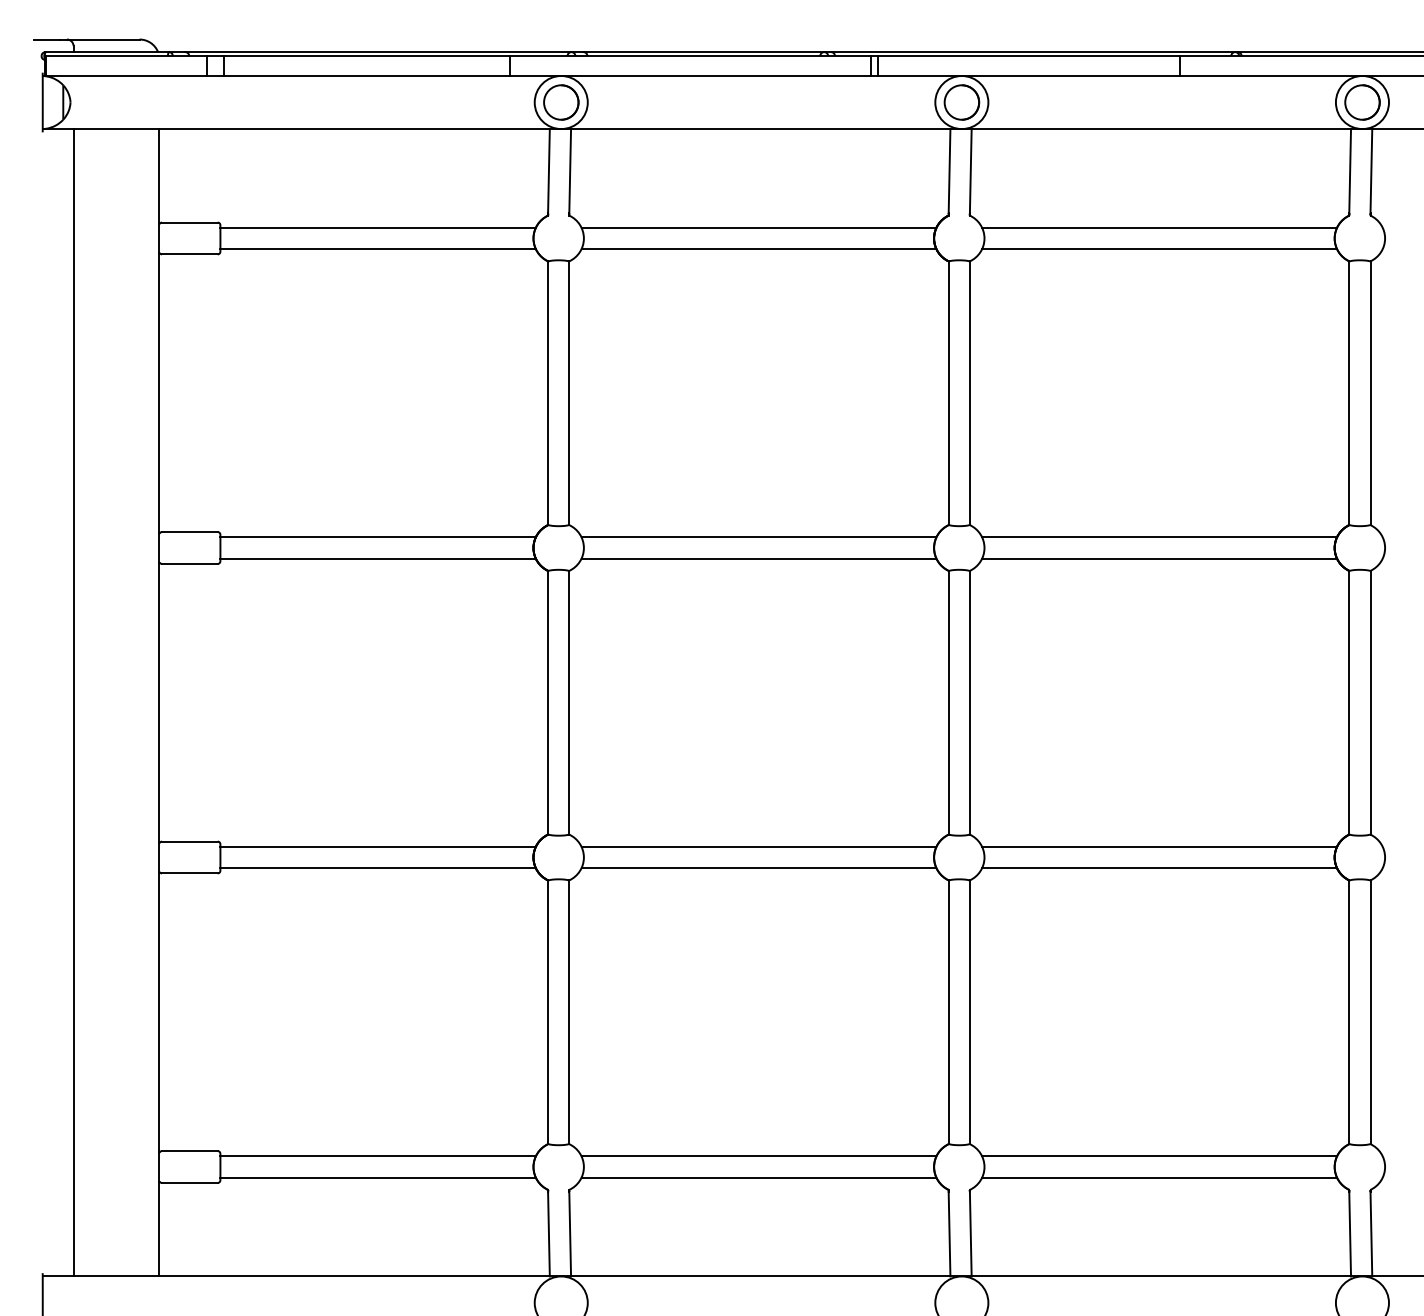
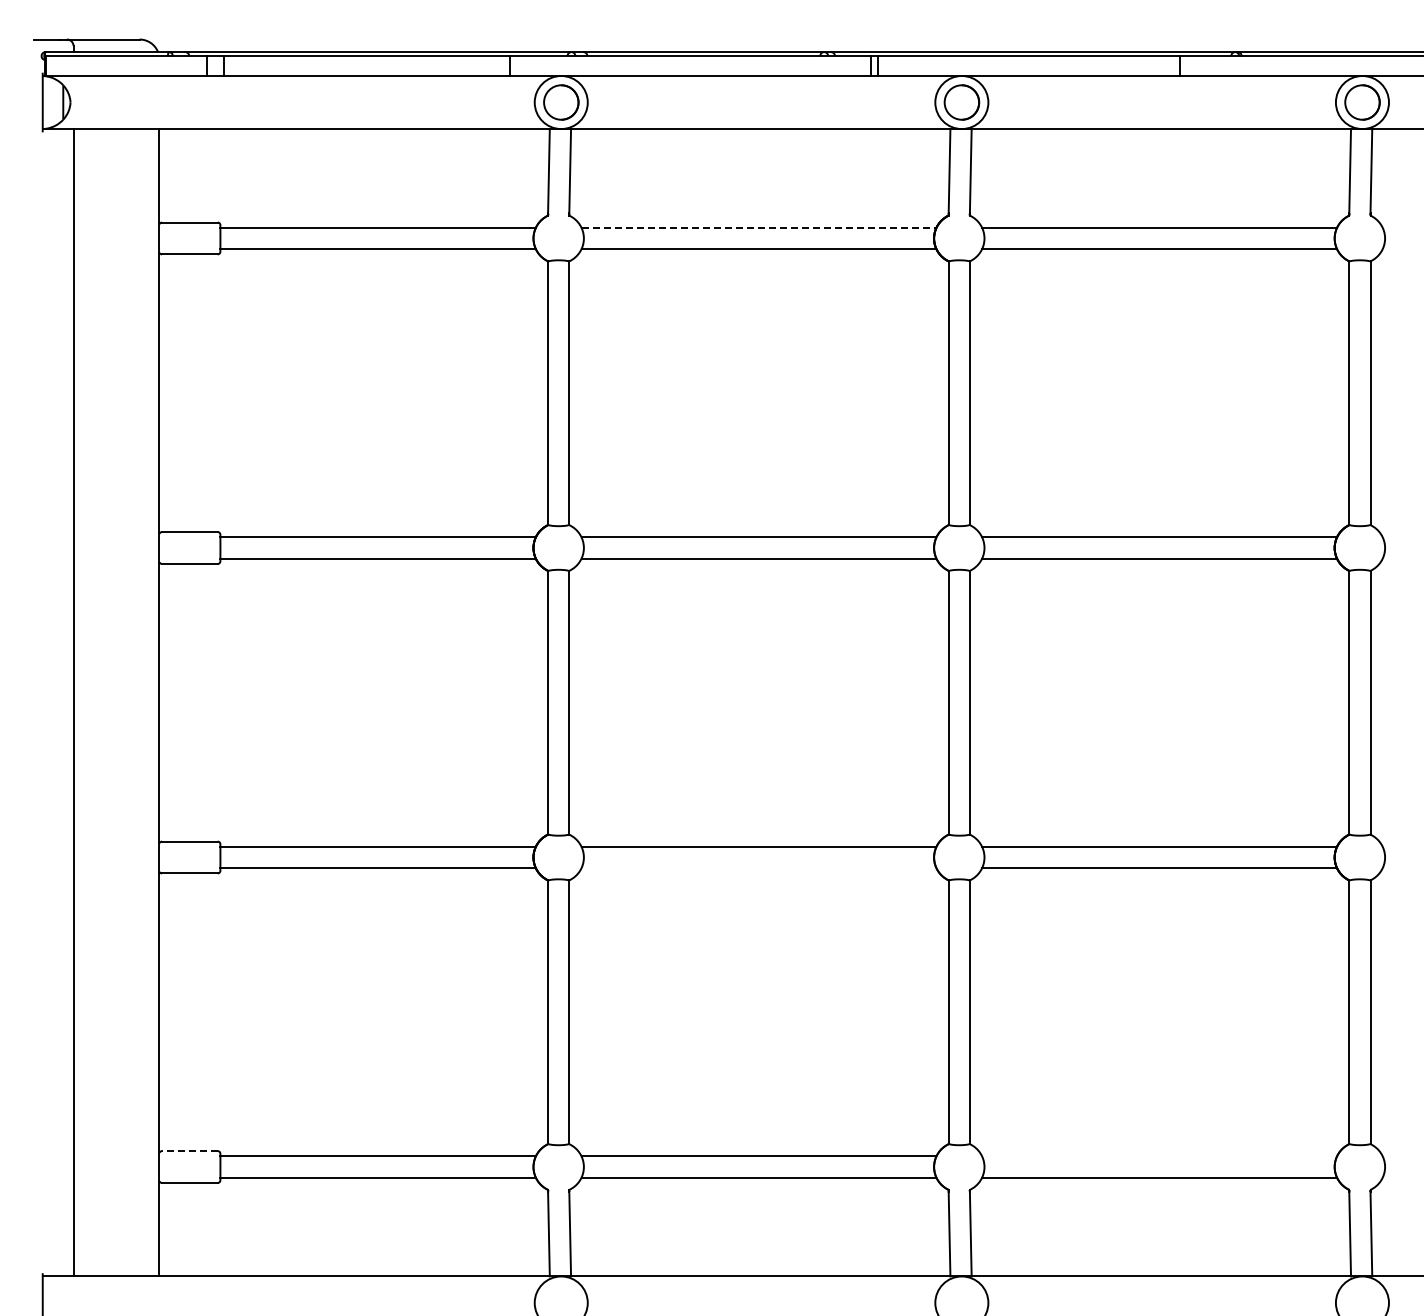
line at (759, 227): solid -> dashed
line at (758, 868): present -> none
line at (189, 1151): solid -> dashed
line at (1159, 1156): present -> none
